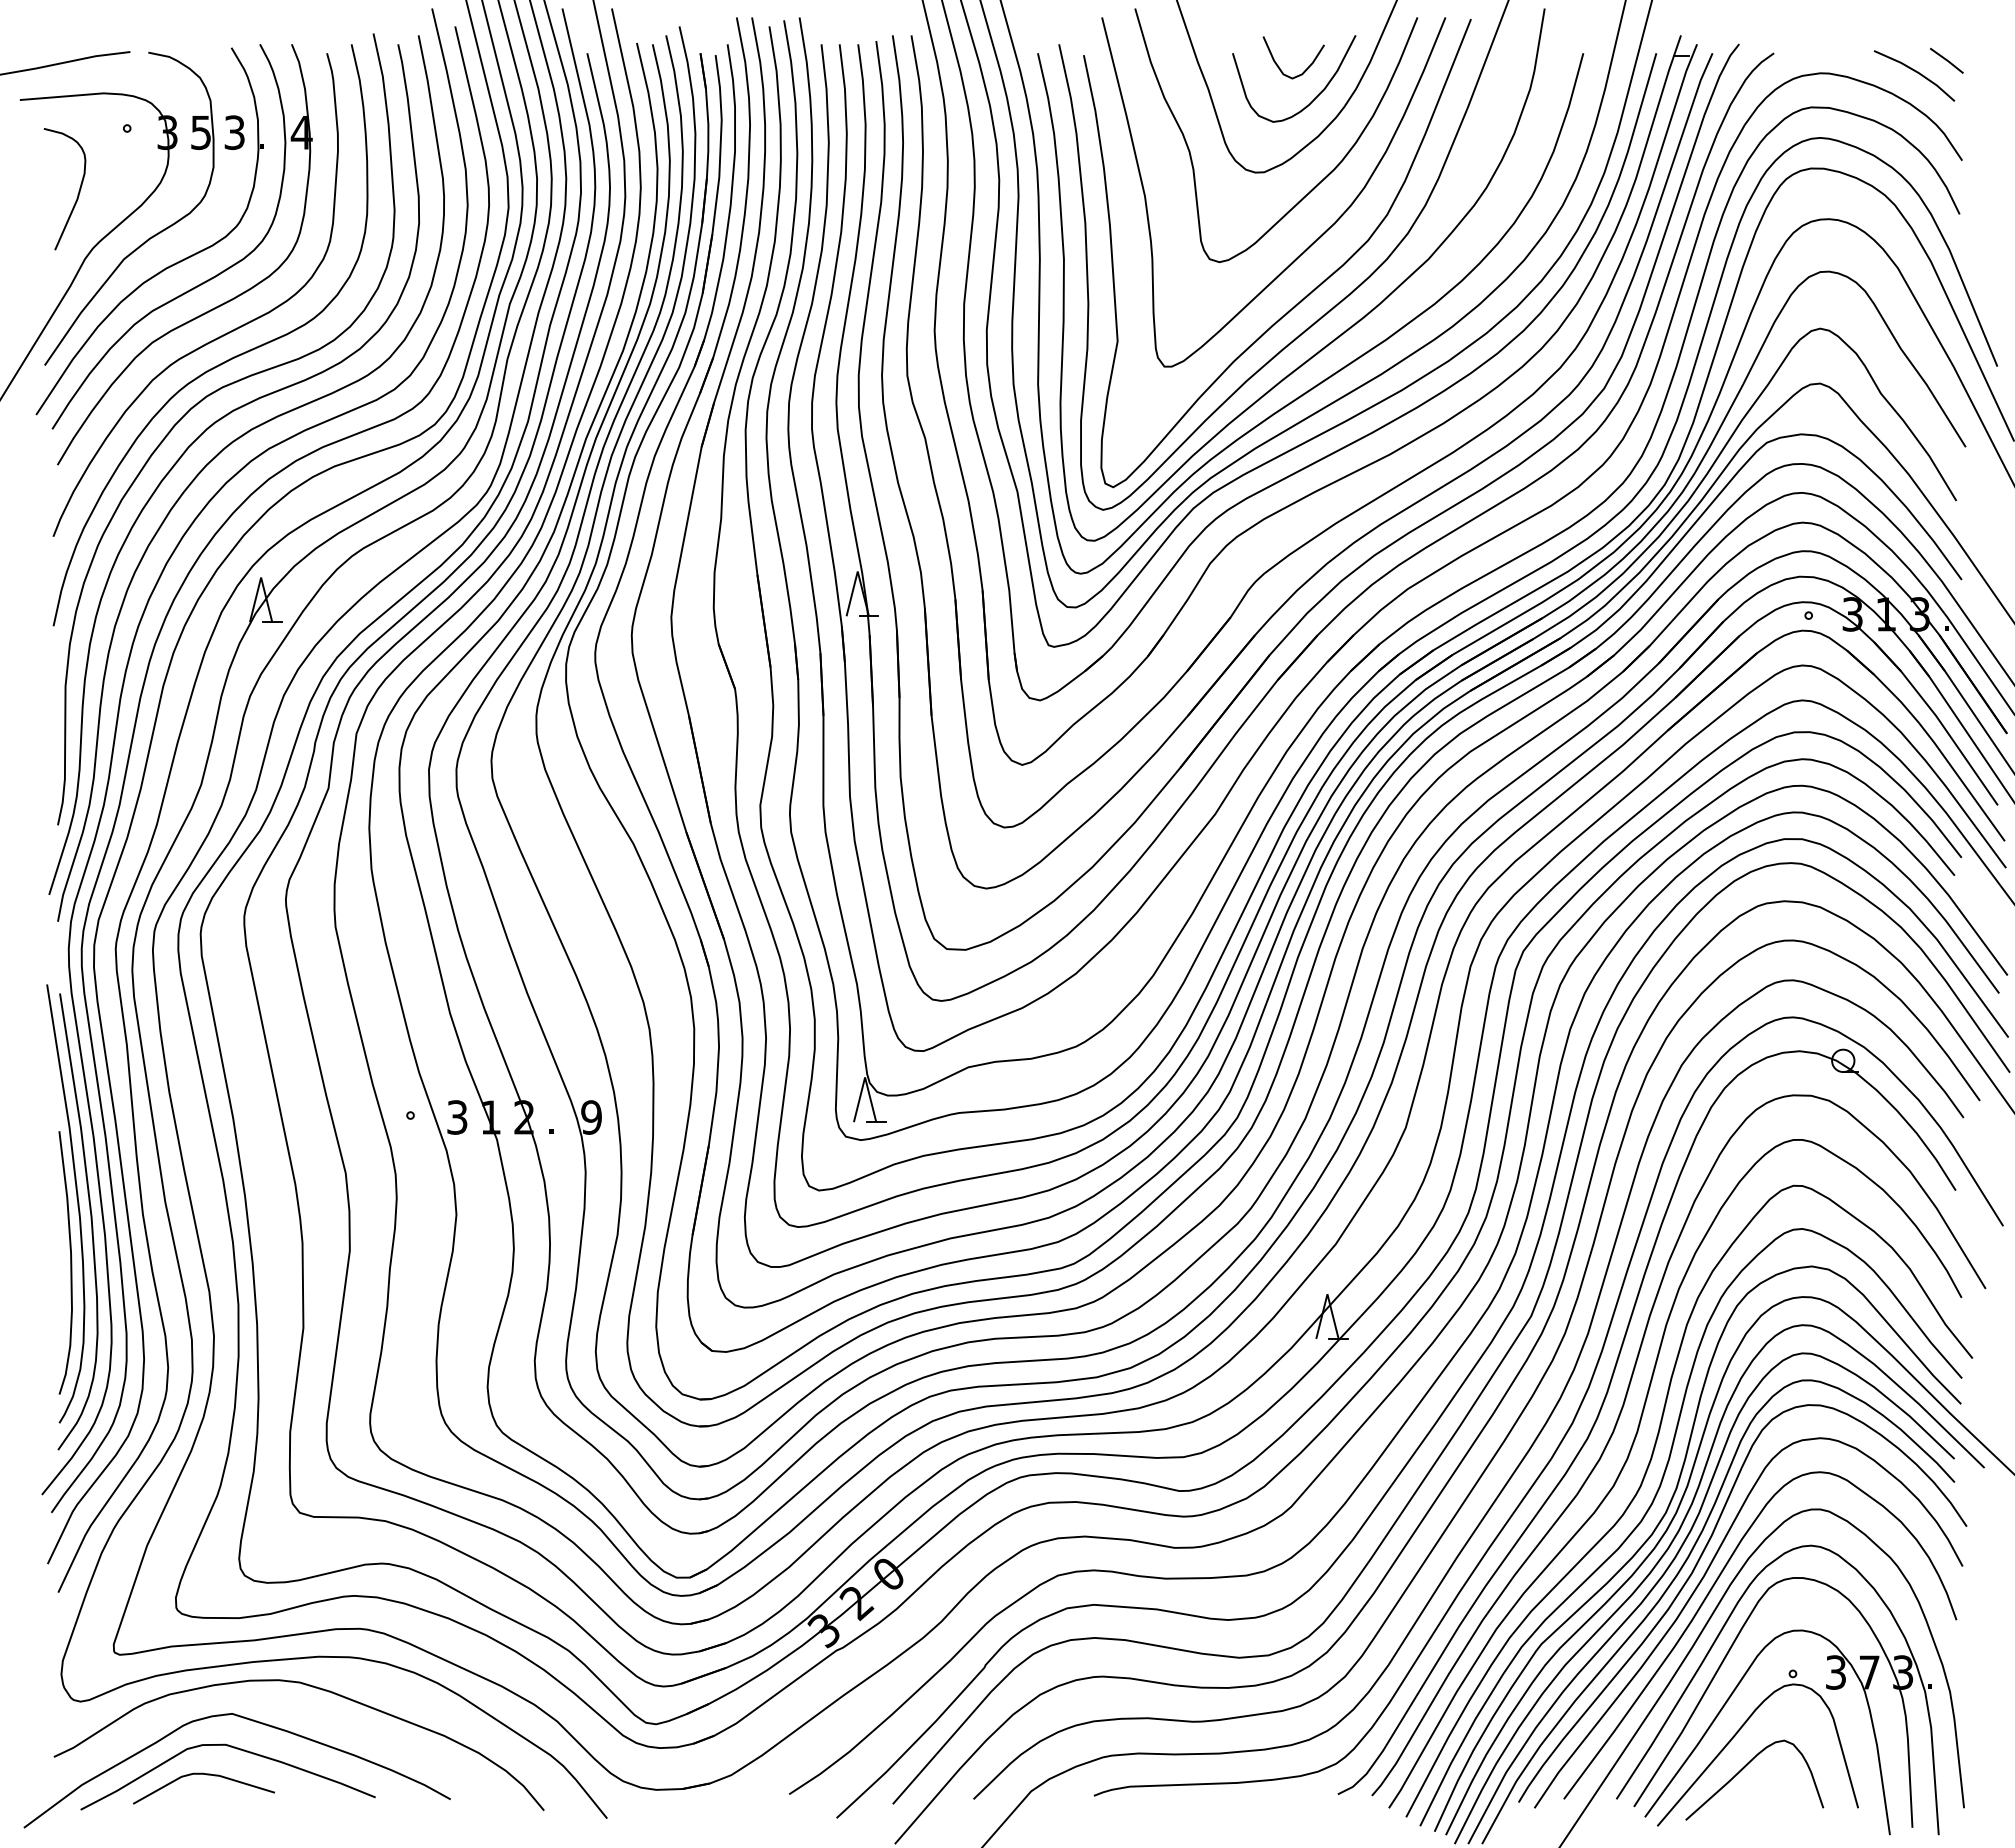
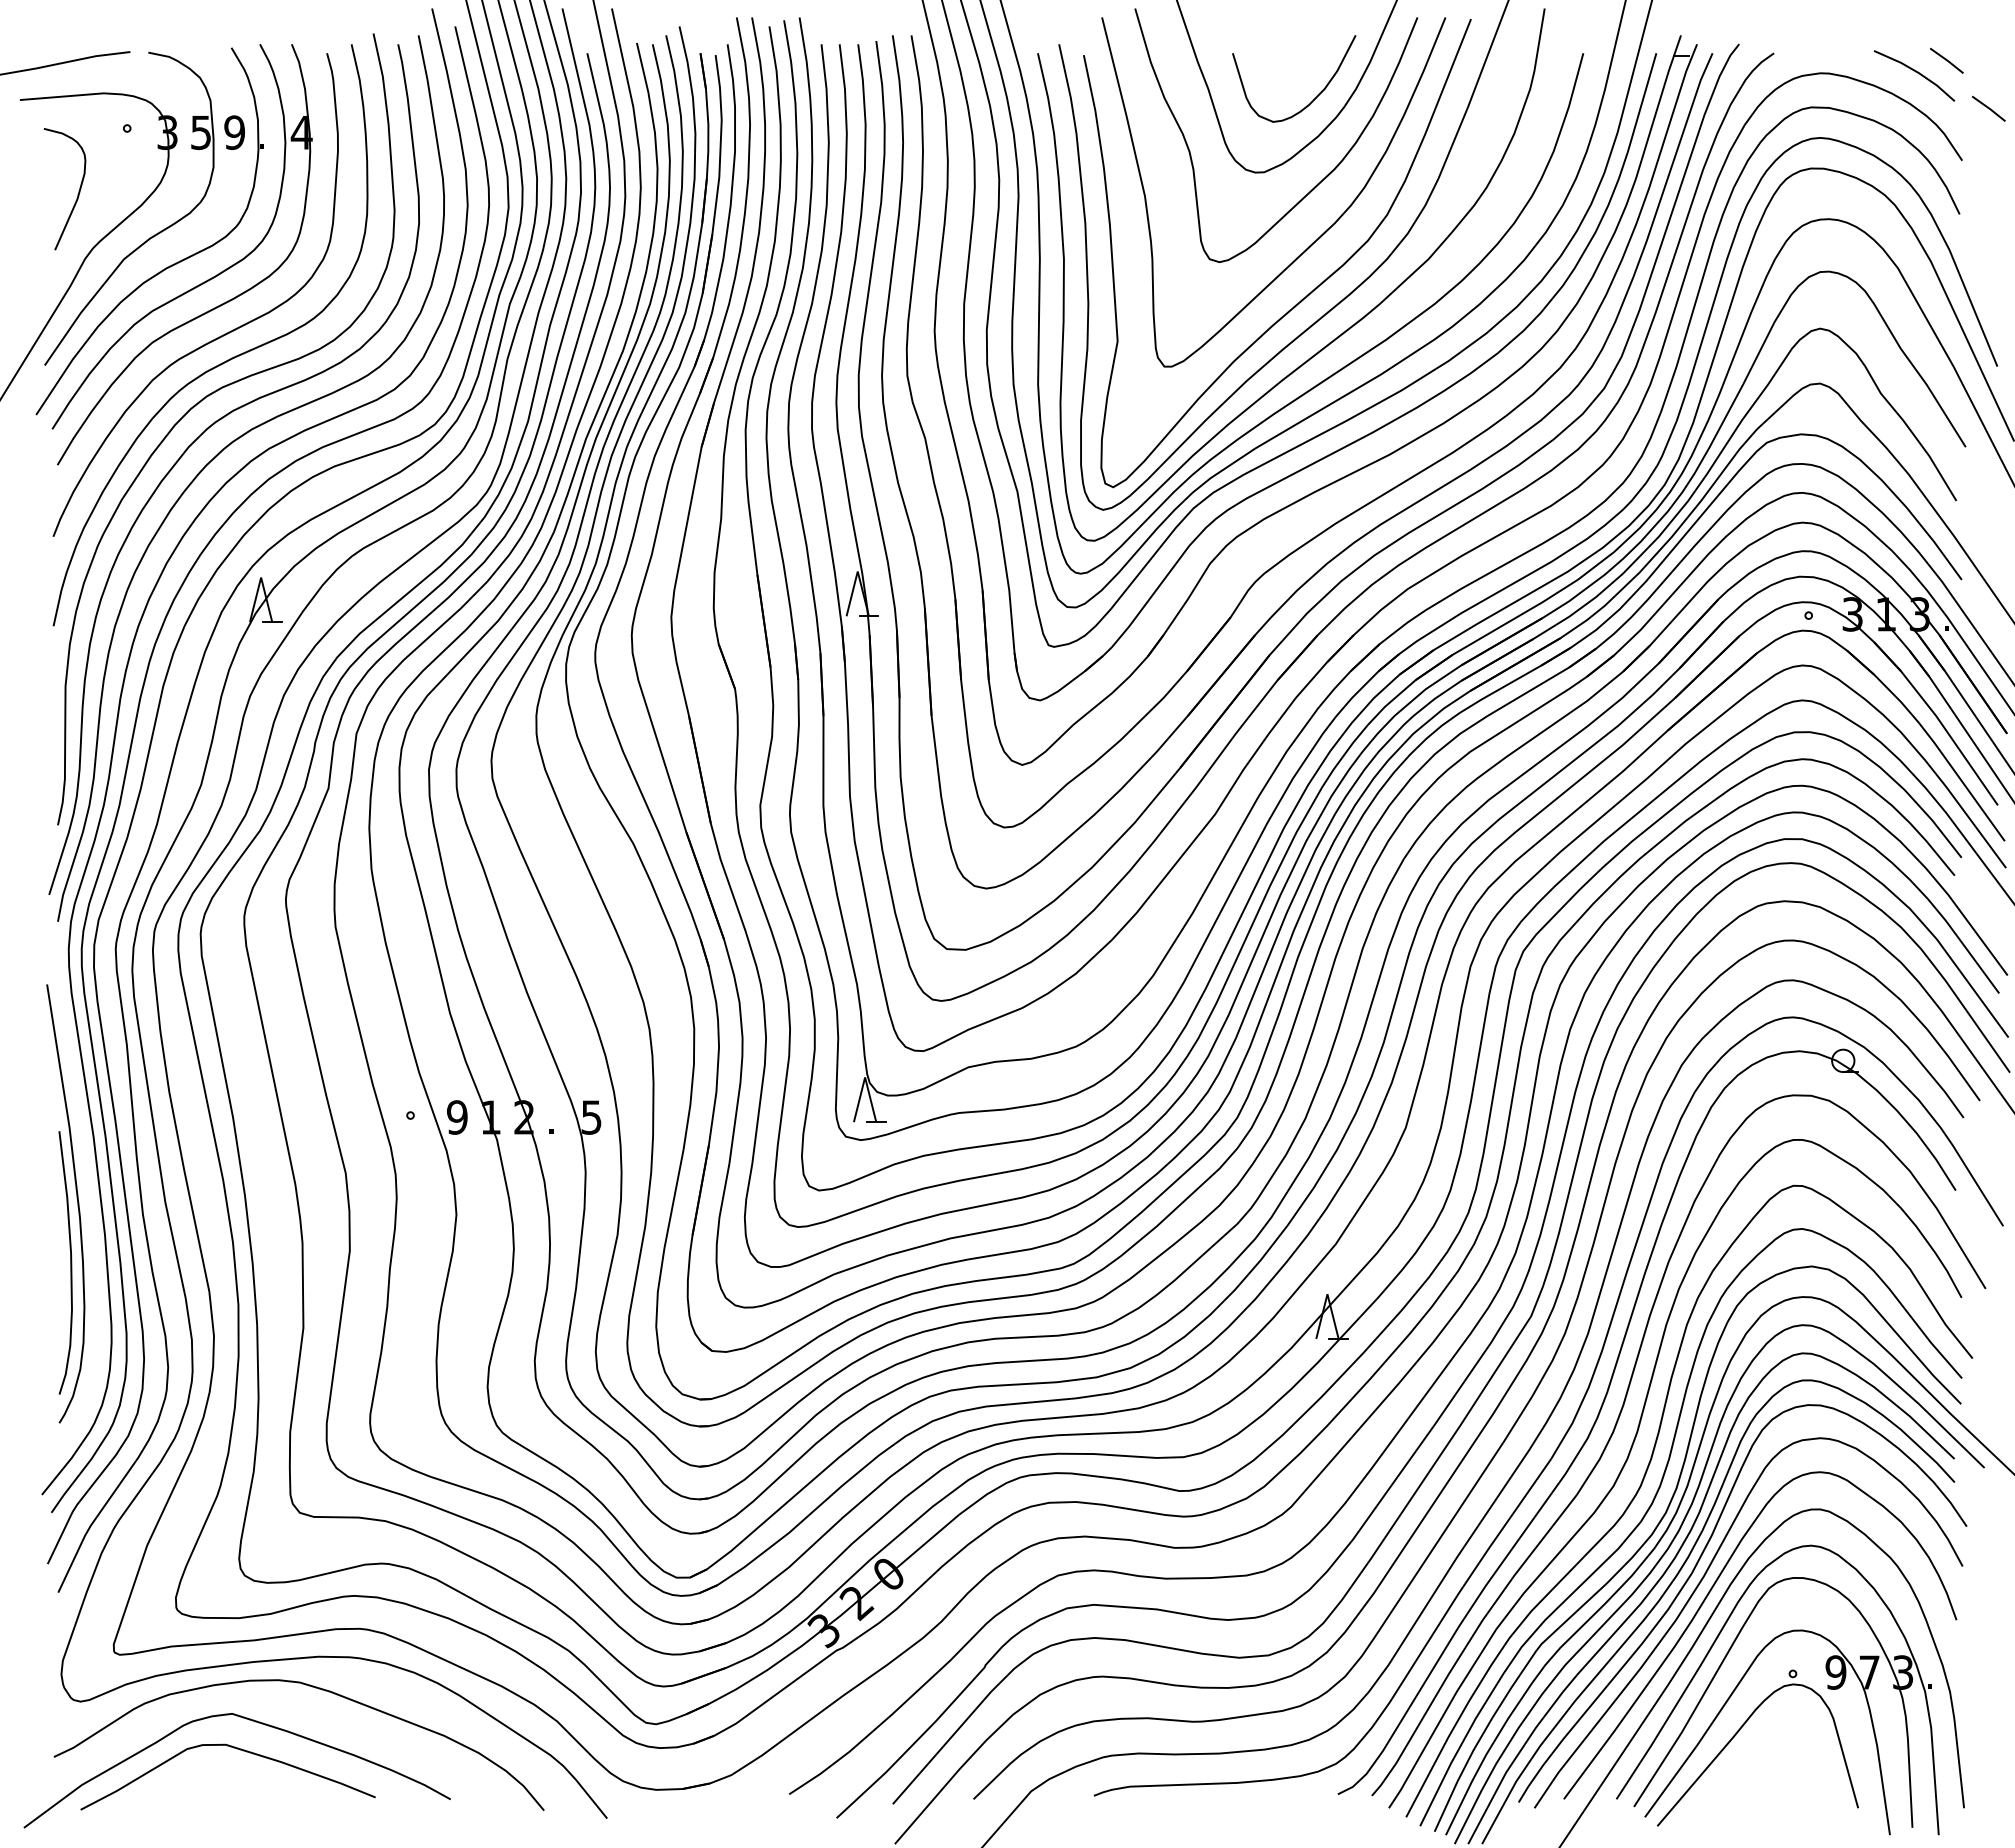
curve at (1279, 66): present -> none
line at (1988, 108): none -> present
text at (234, 132): 3 -> 9
text at (457, 1117): 3 -> 9
text at (591, 1117): 9 -> 5
curve at (90, 1220): present -> none
text at (1835, 1672): 3 -> 9
curve at (1744, 1768): present -> none
curve at (206, 1775): present -> none
